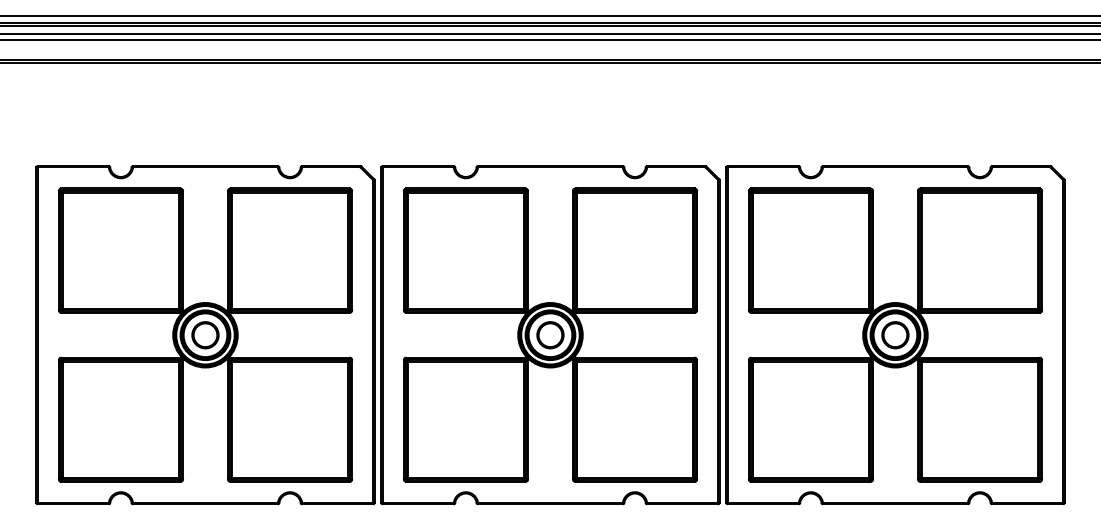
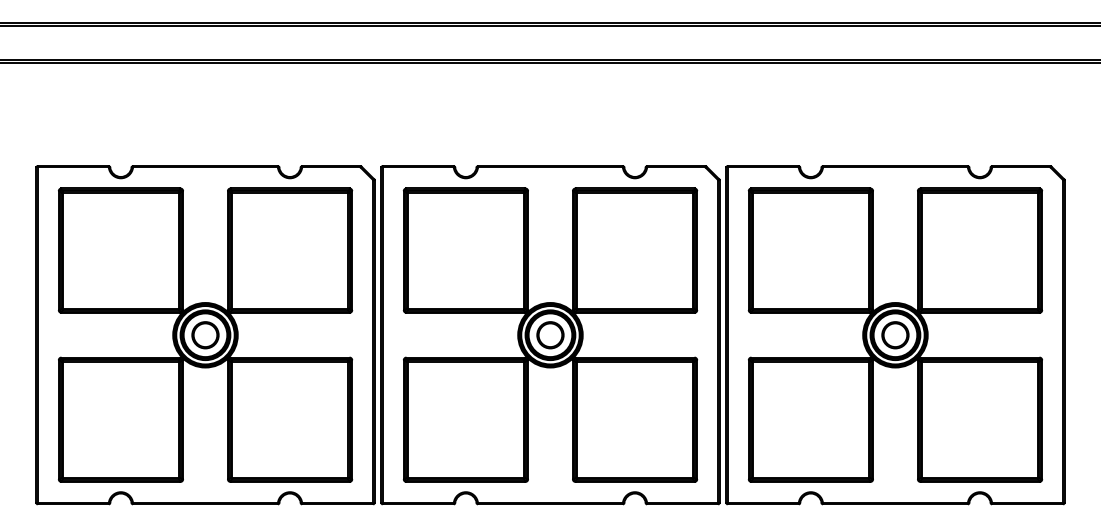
line at (549, 15): present -> none
line at (549, 33): present -> none
line at (549, 40): present -> none
